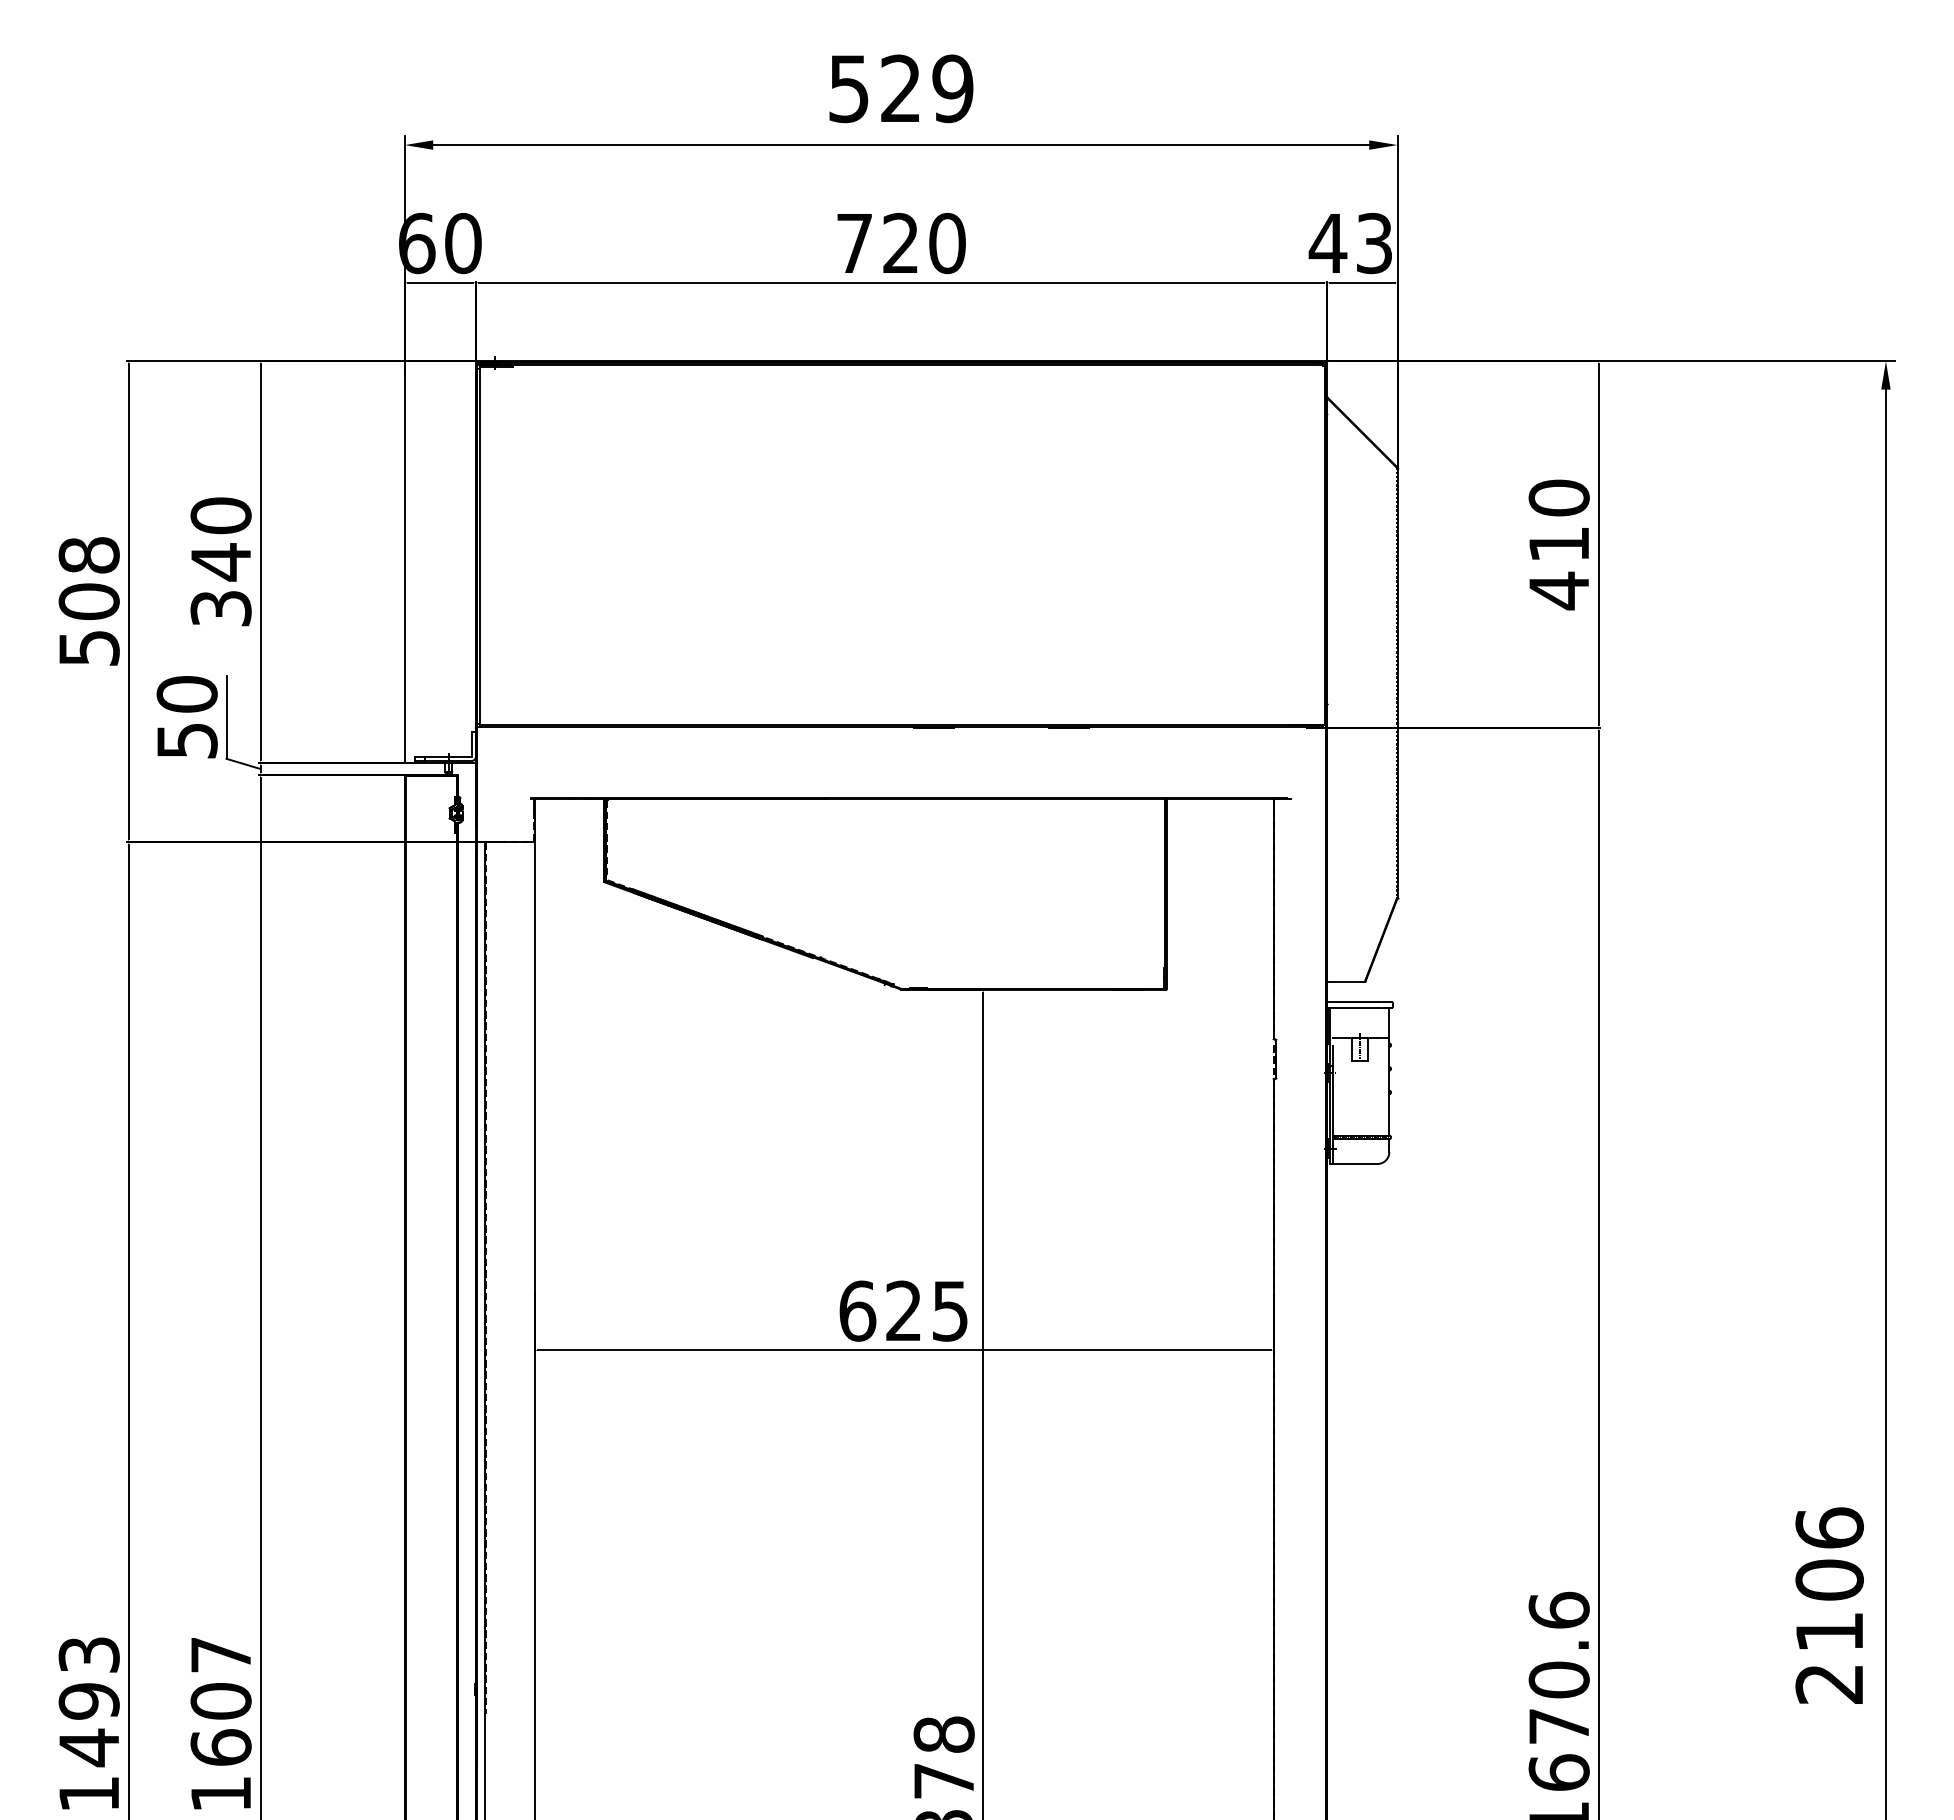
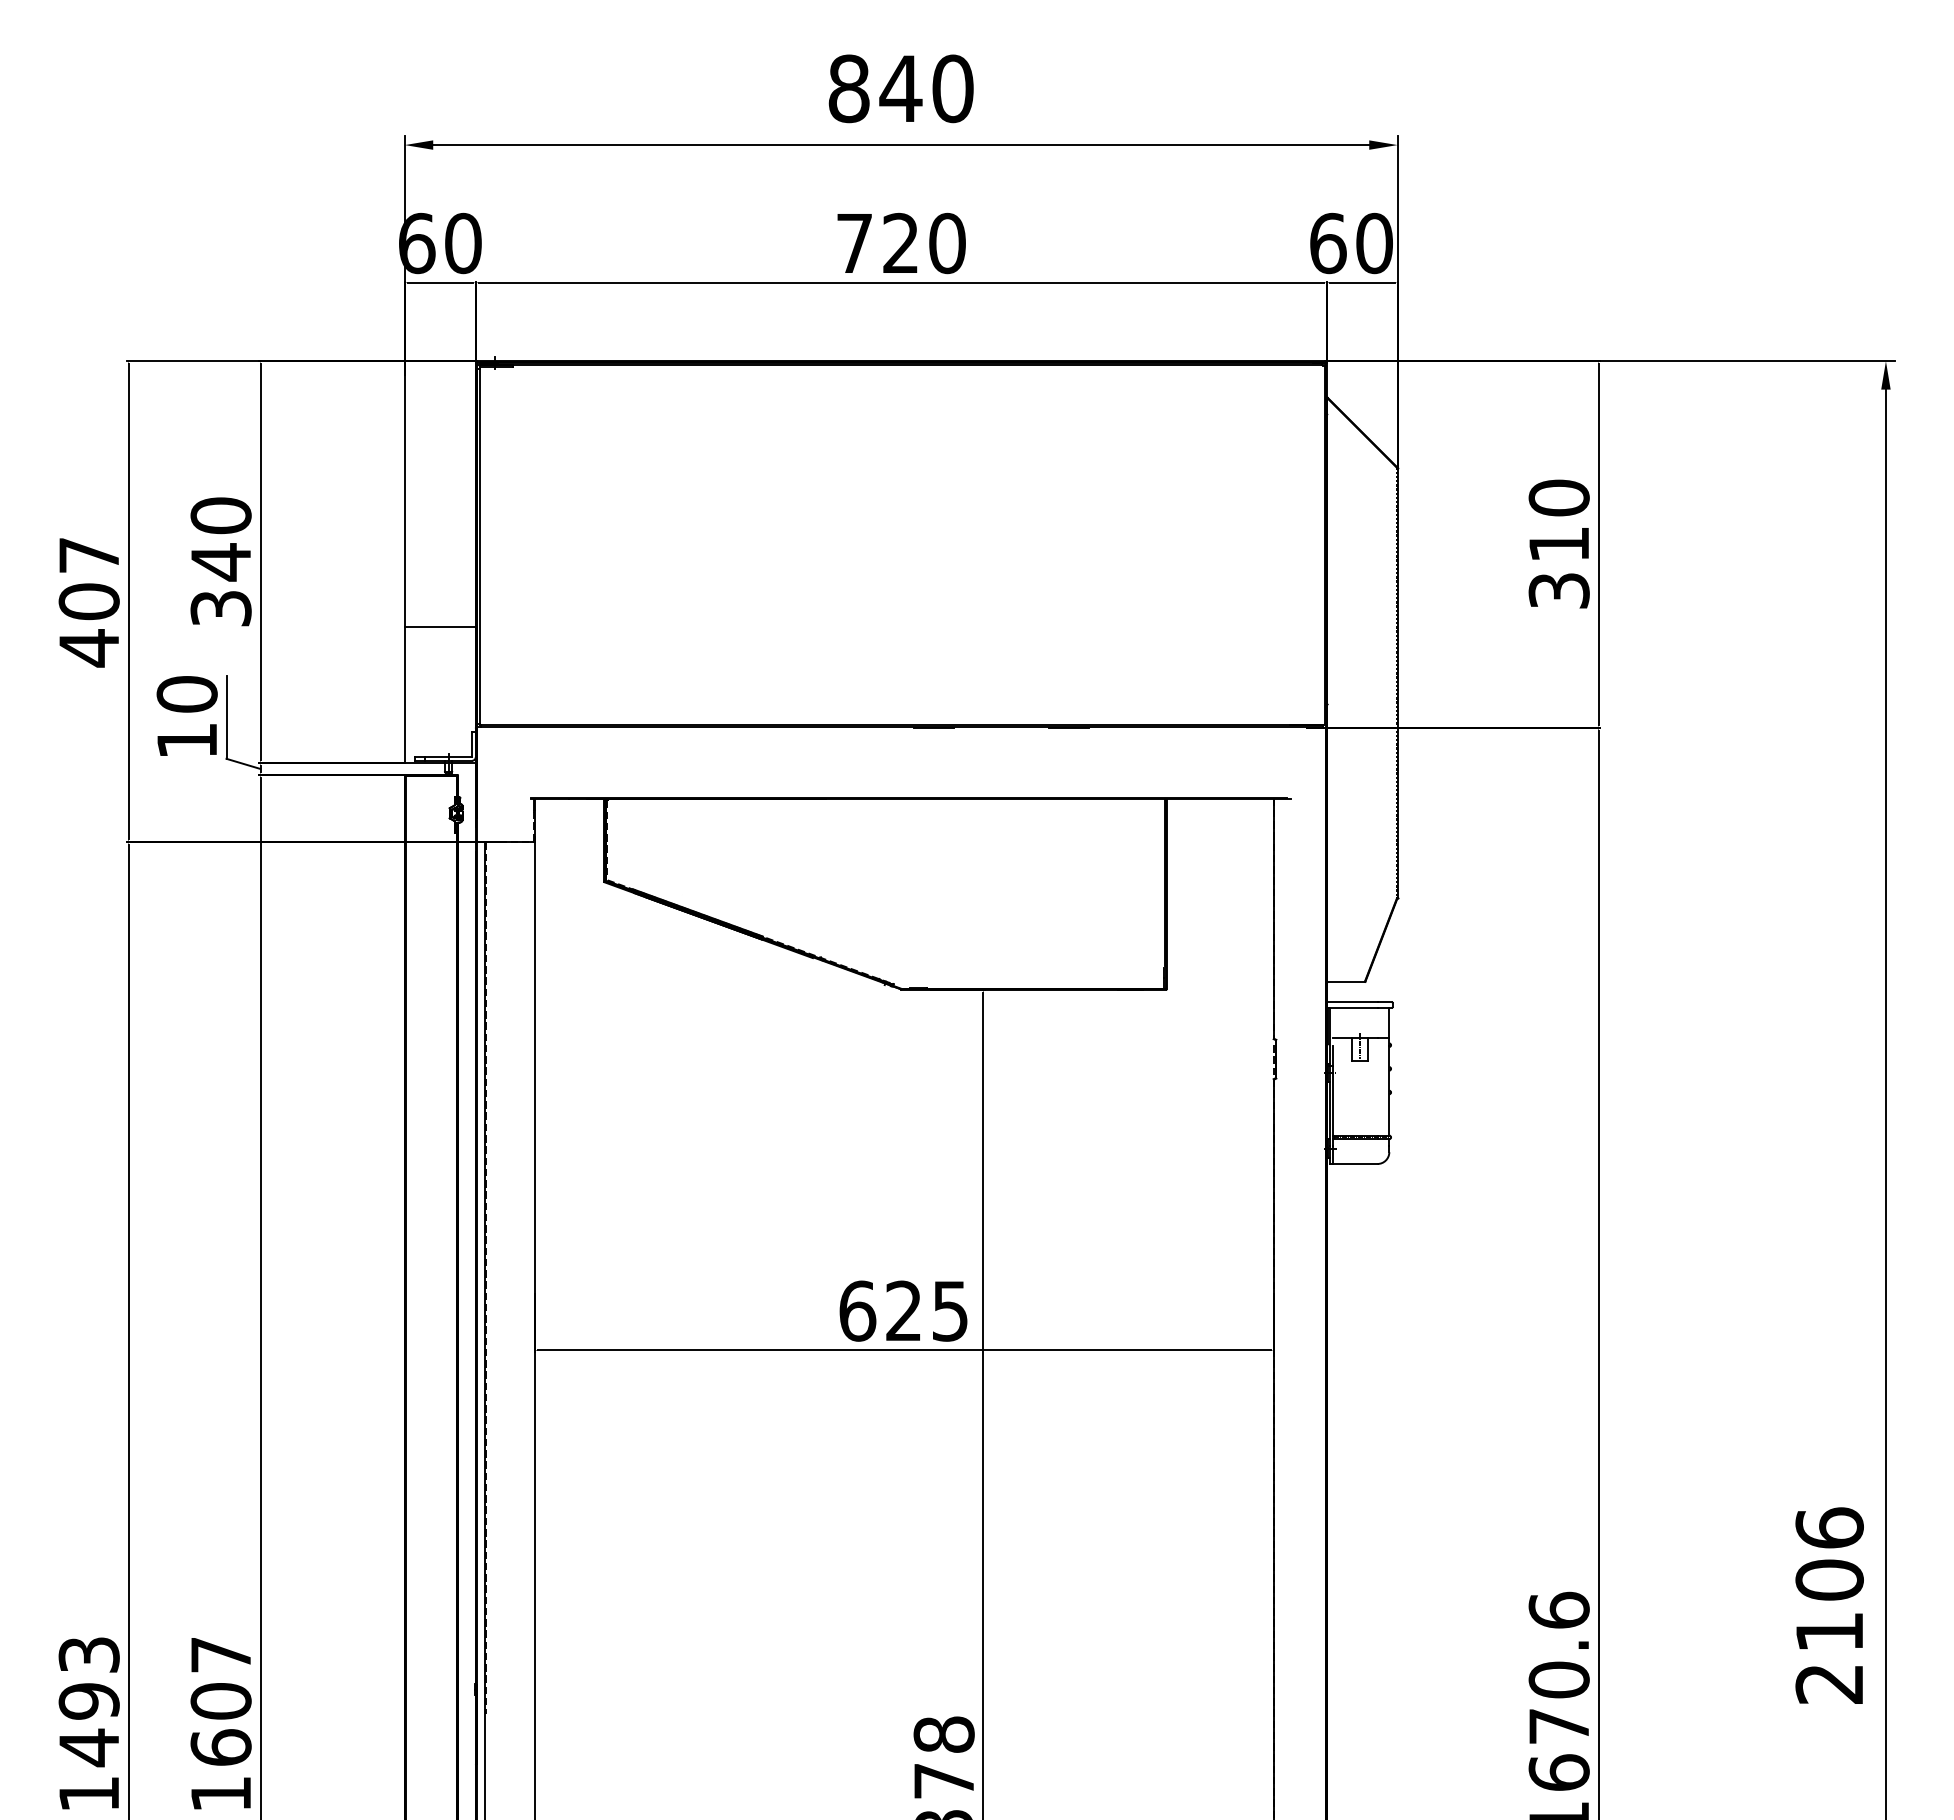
text at (900, 88): 529 -> 840
text at (1350, 243): 43 -> 60
text at (1558, 590): 410 -> 310
text at (88, 602): 508 -> 407
line at (439, 627): none -> present
text at (187, 741): 50 -> 10
